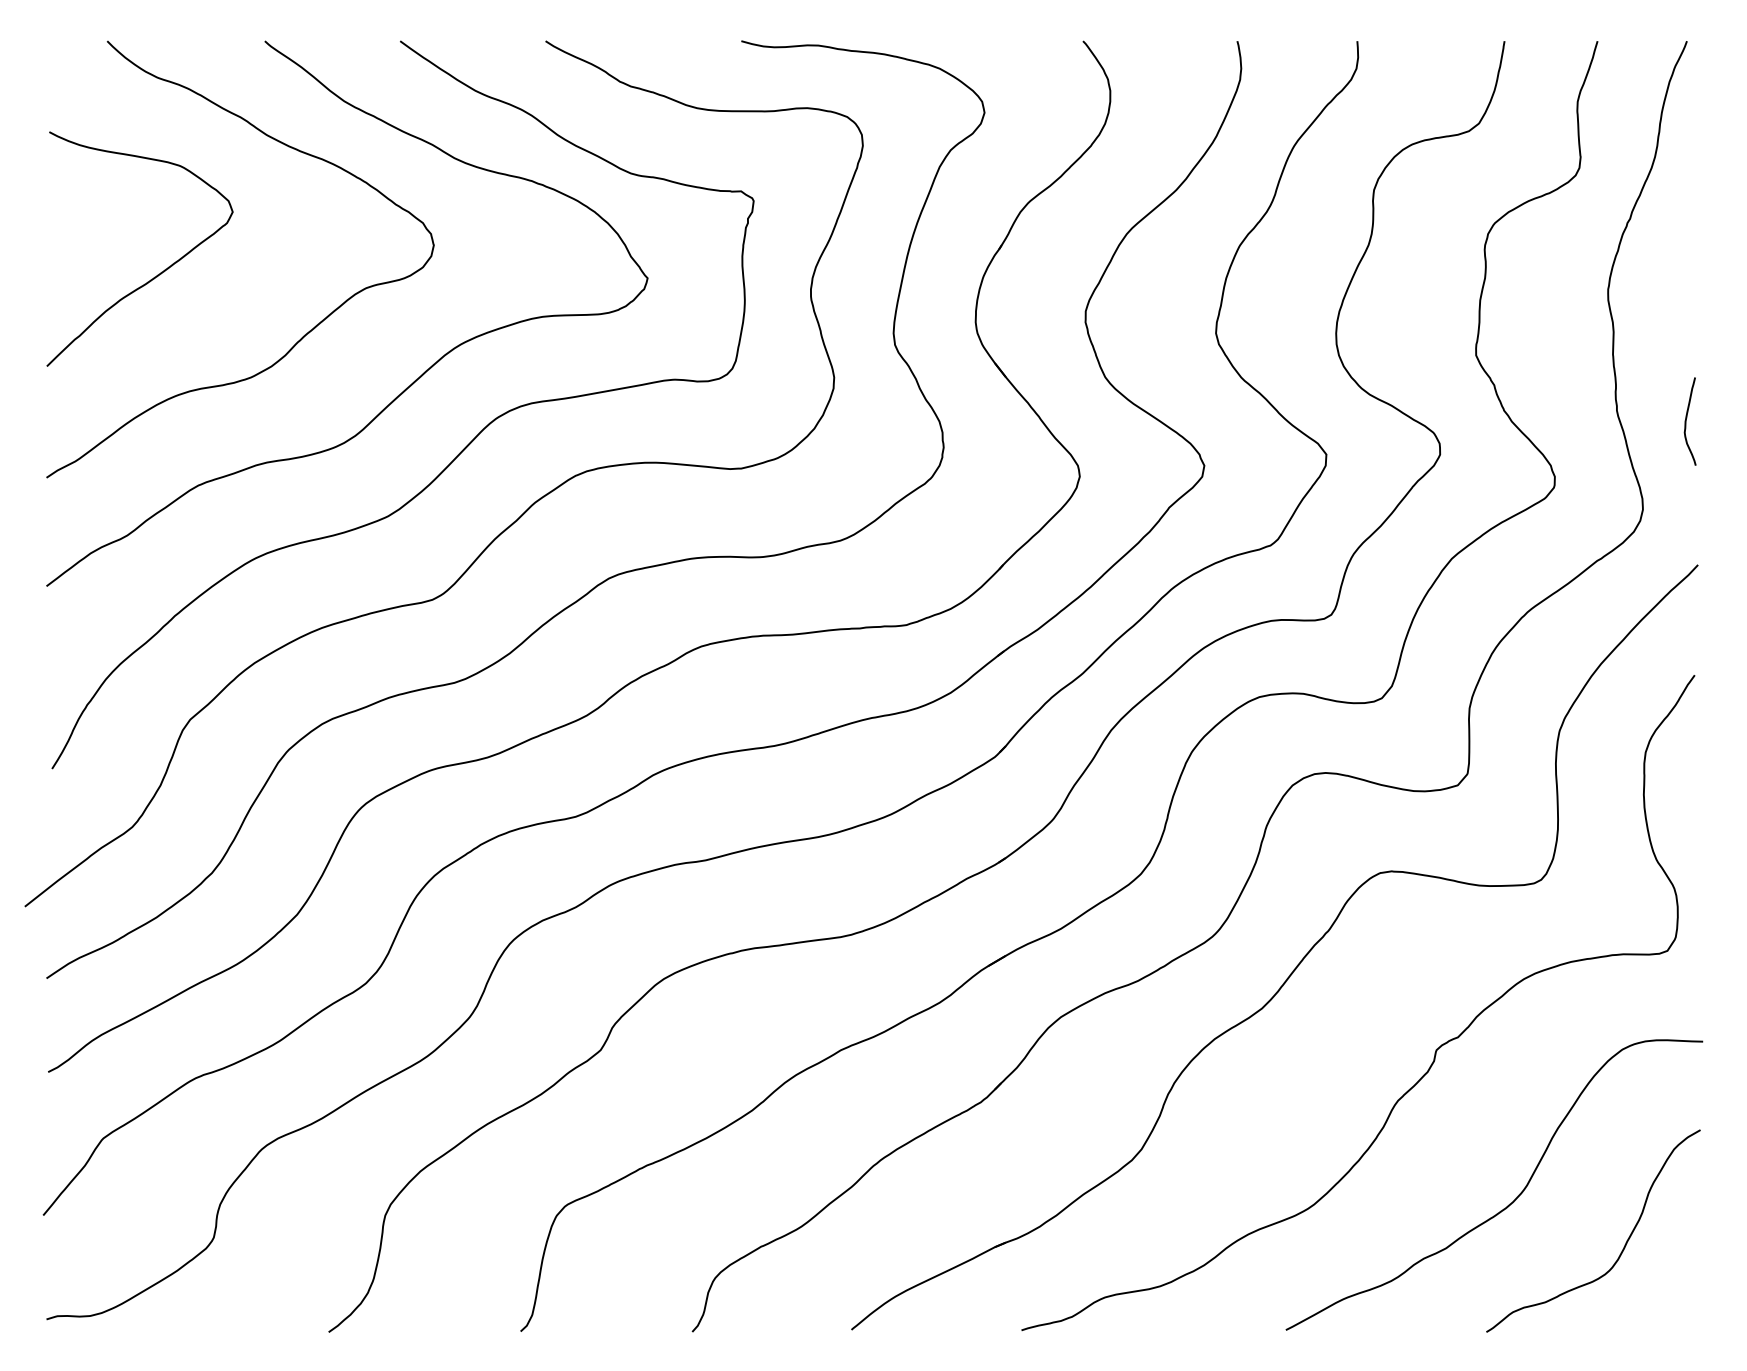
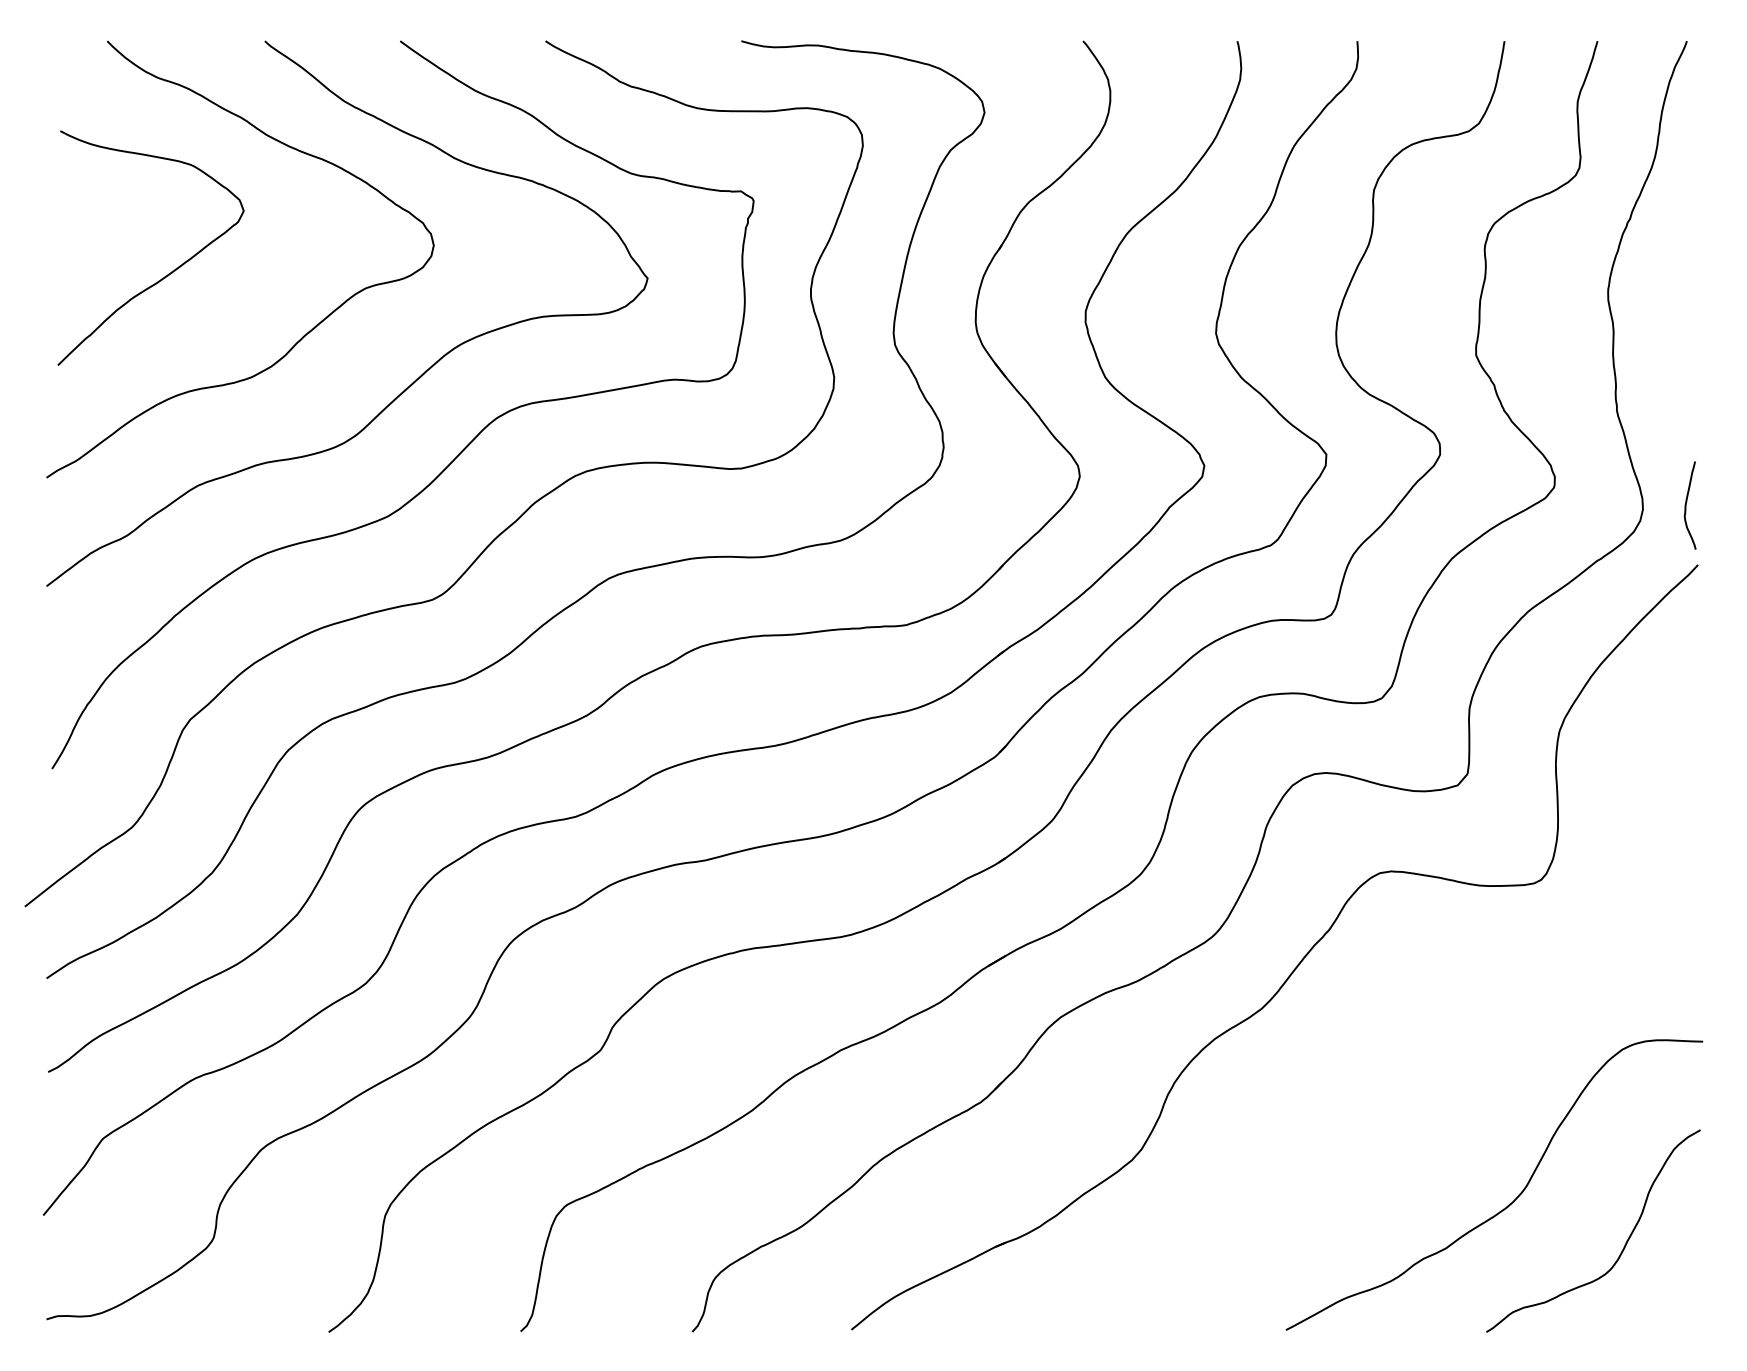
curve at (157, 274) position: (157, 274) -> (168, 273)
curve at (1686, 421) position: (1686, 421) -> (1686, 505)
curve at (1435, 1049): present -> none
